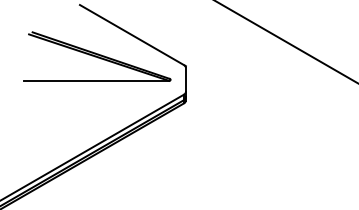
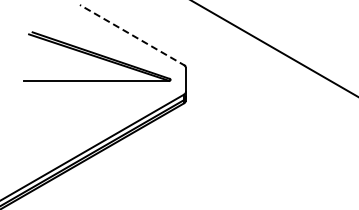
line at (132, 35): solid -> dashed
line at (286, 42) position: (286, 42) -> (274, 48)
